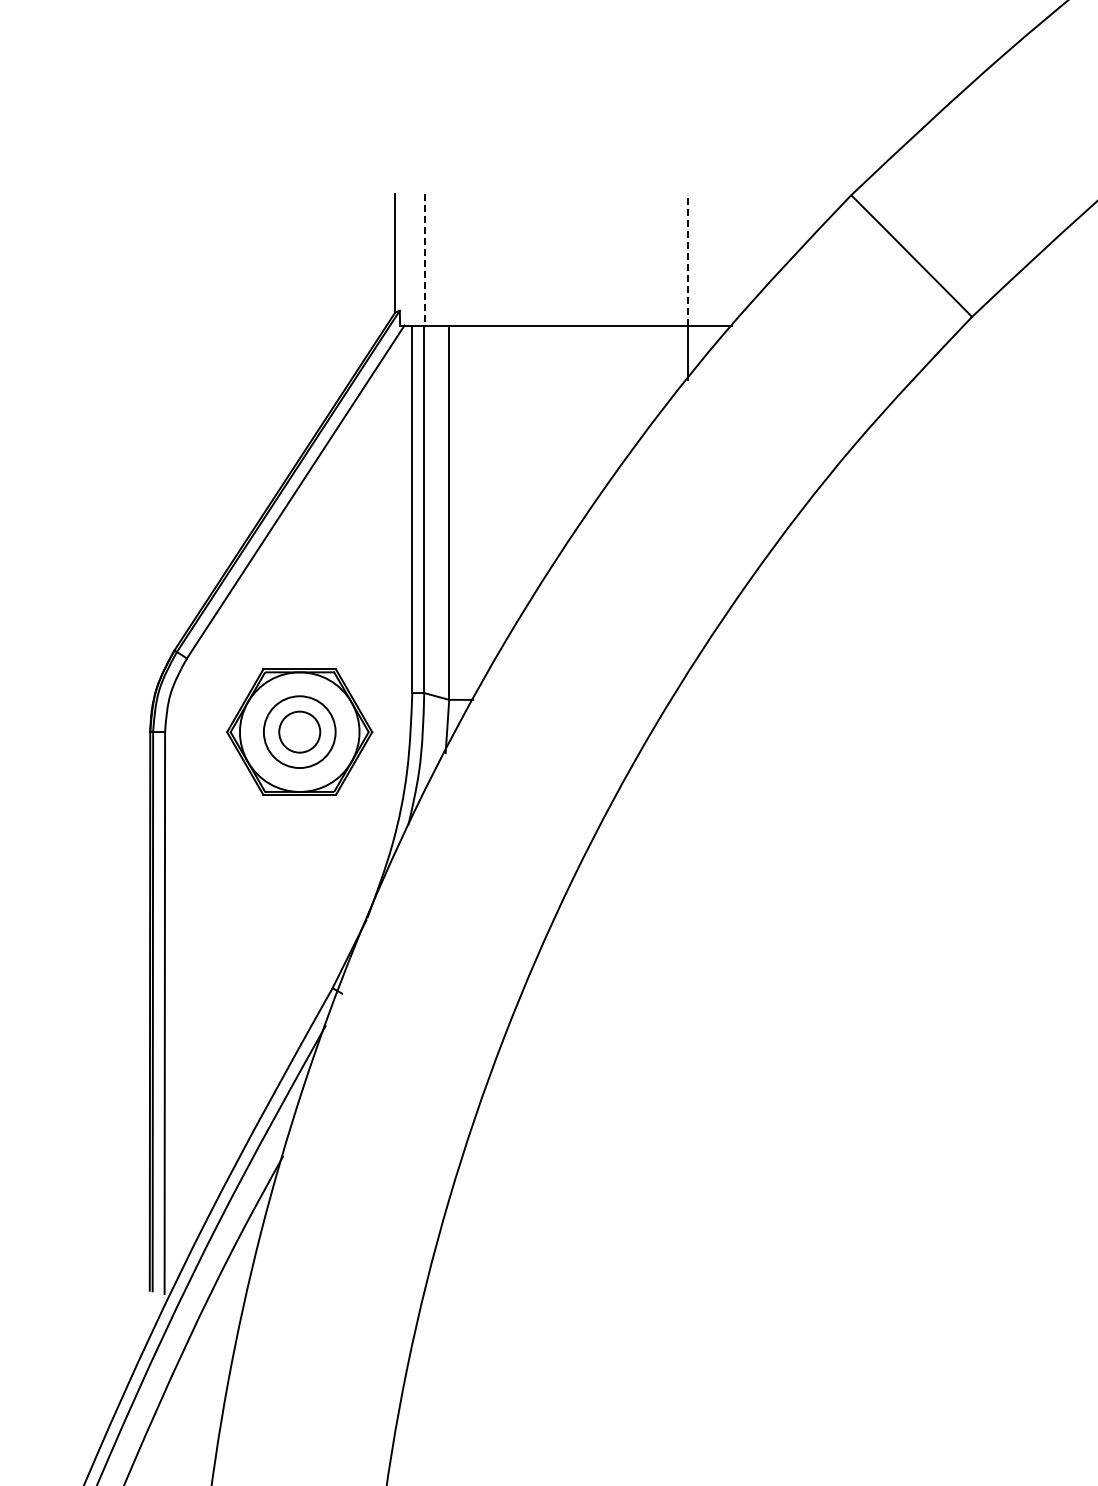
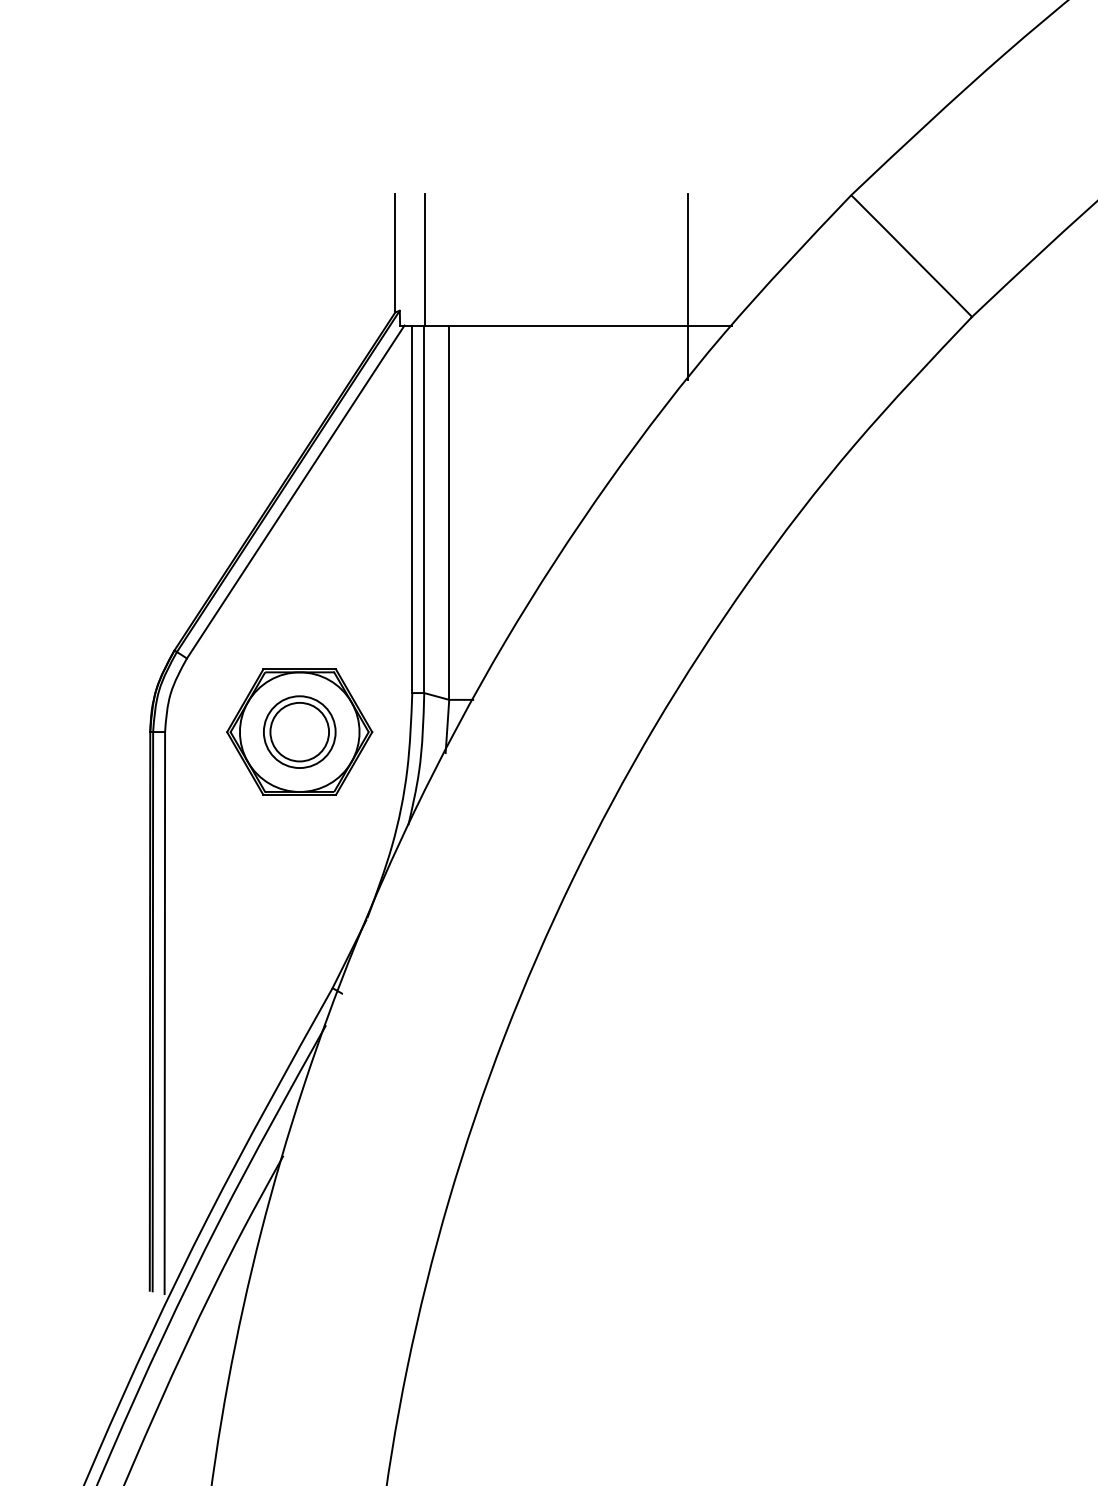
line at (425, 259): dashed -> solid
line at (688, 259): dashed -> solid
circle at (299, 731) diameter: 41 px -> 59 px
